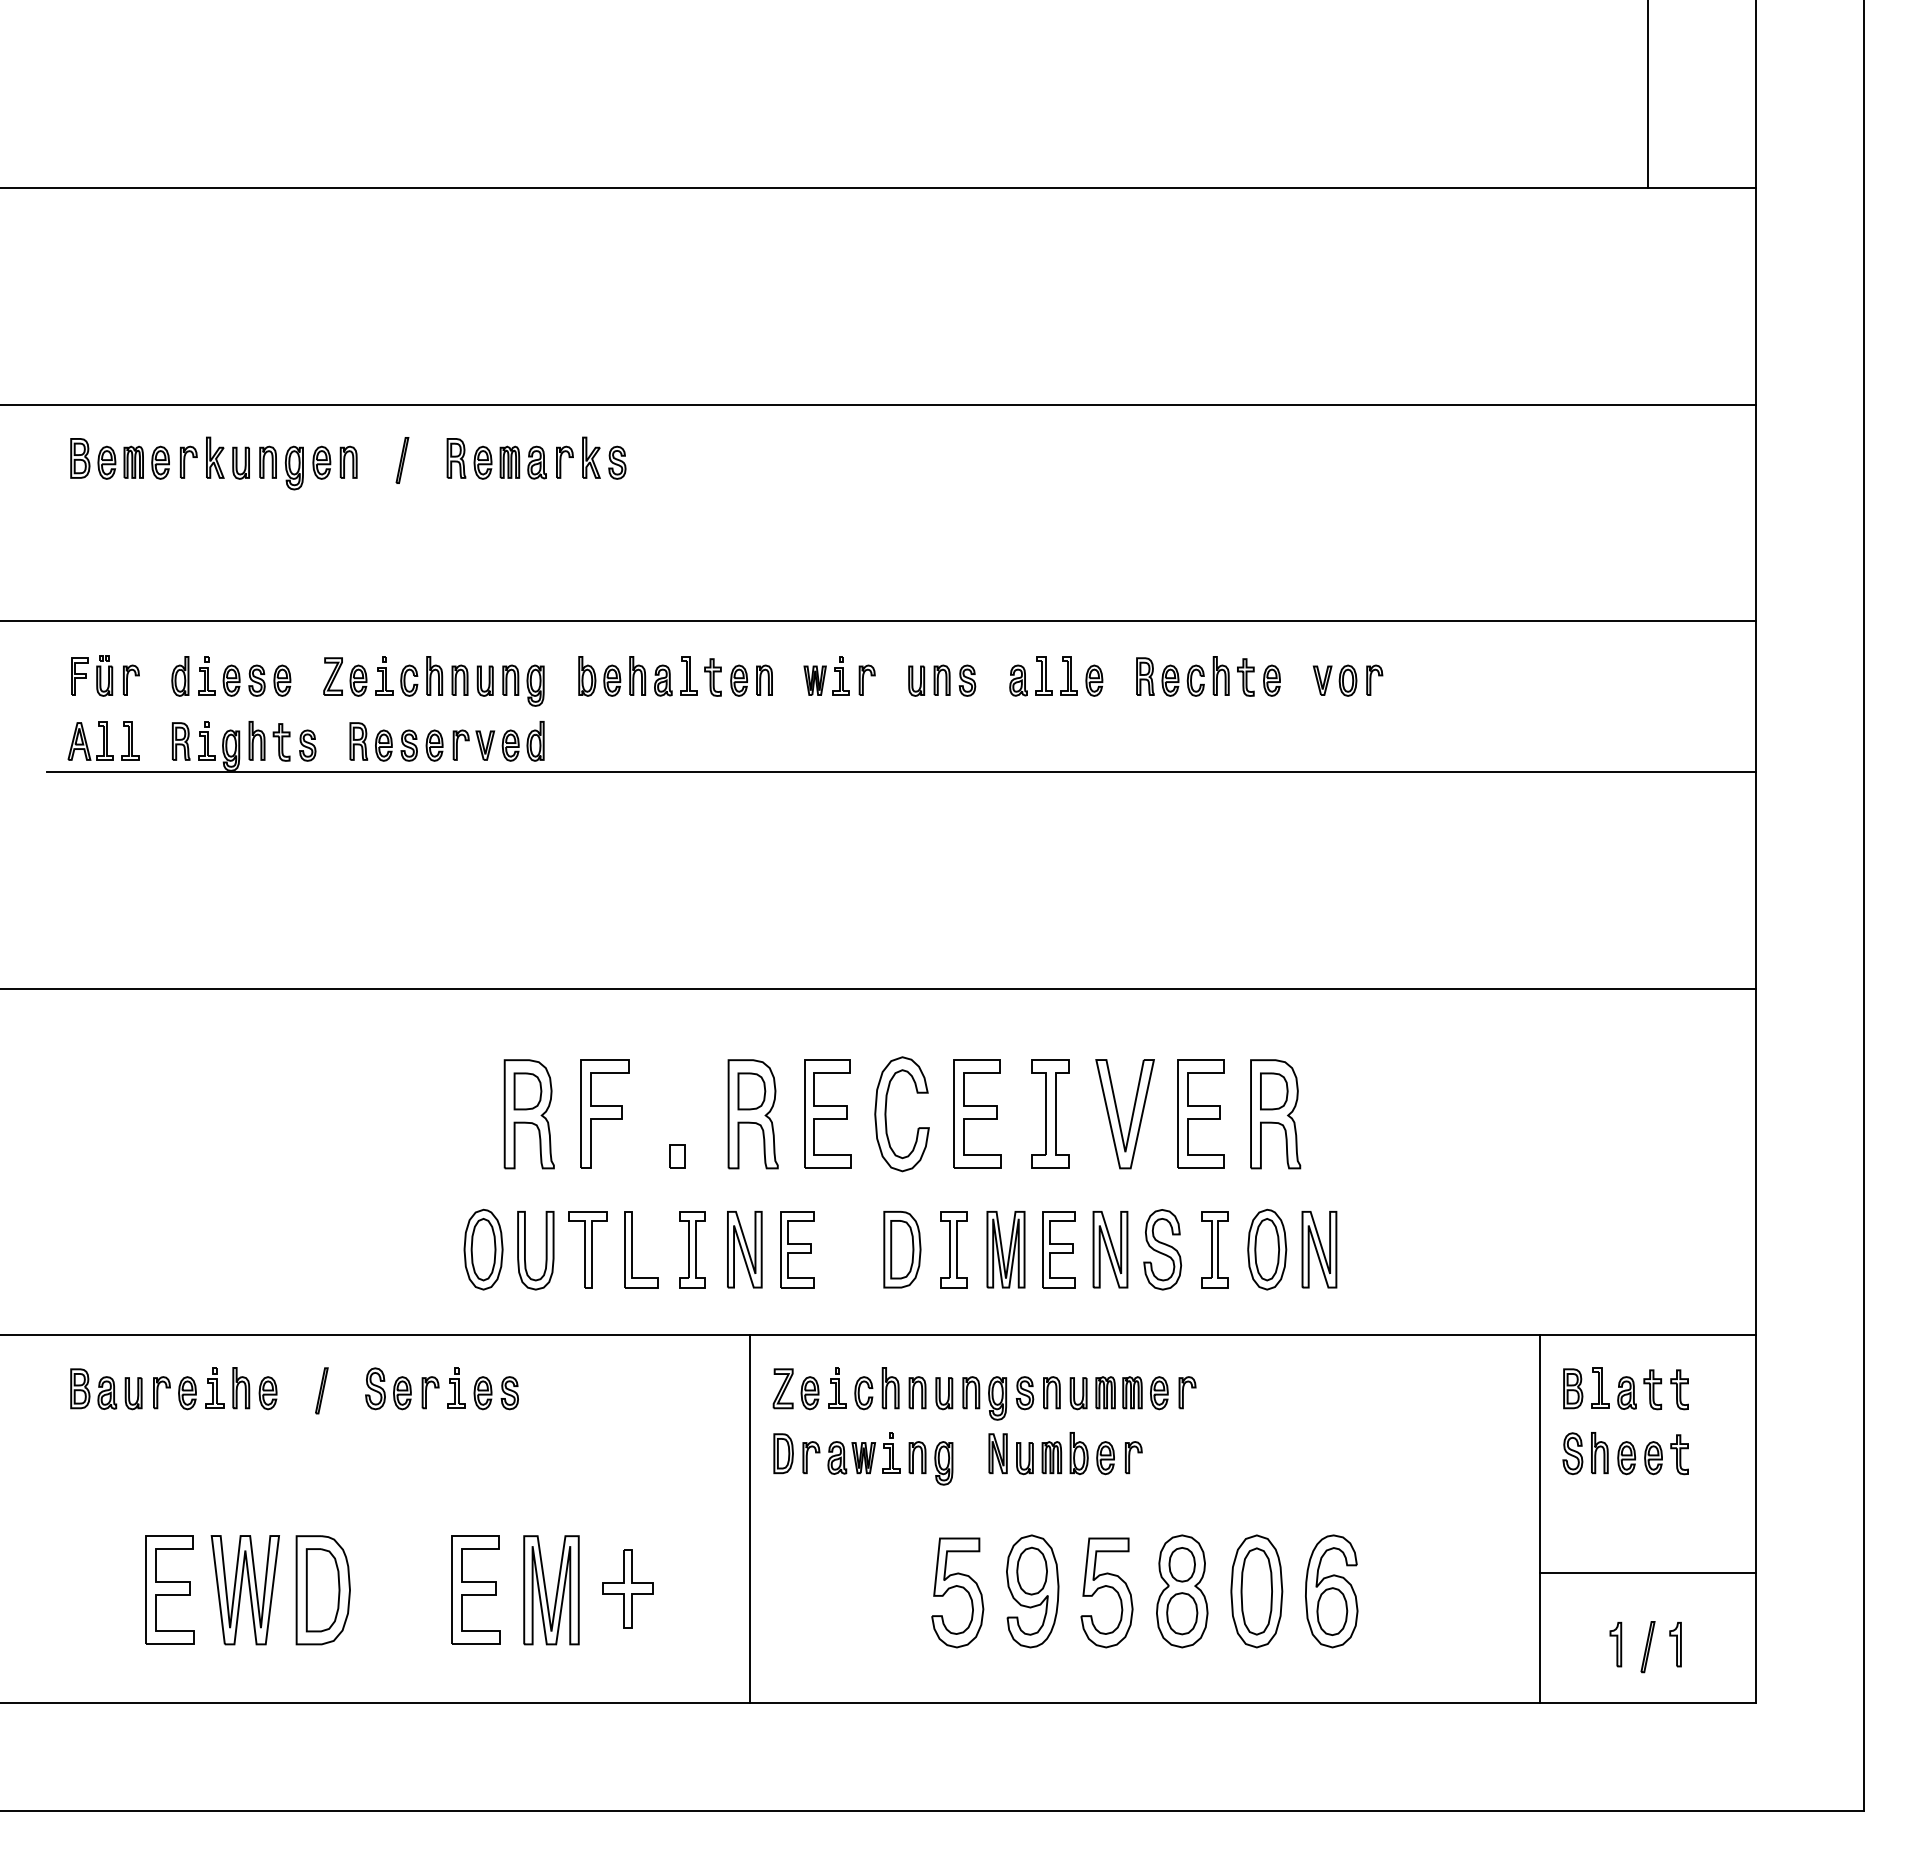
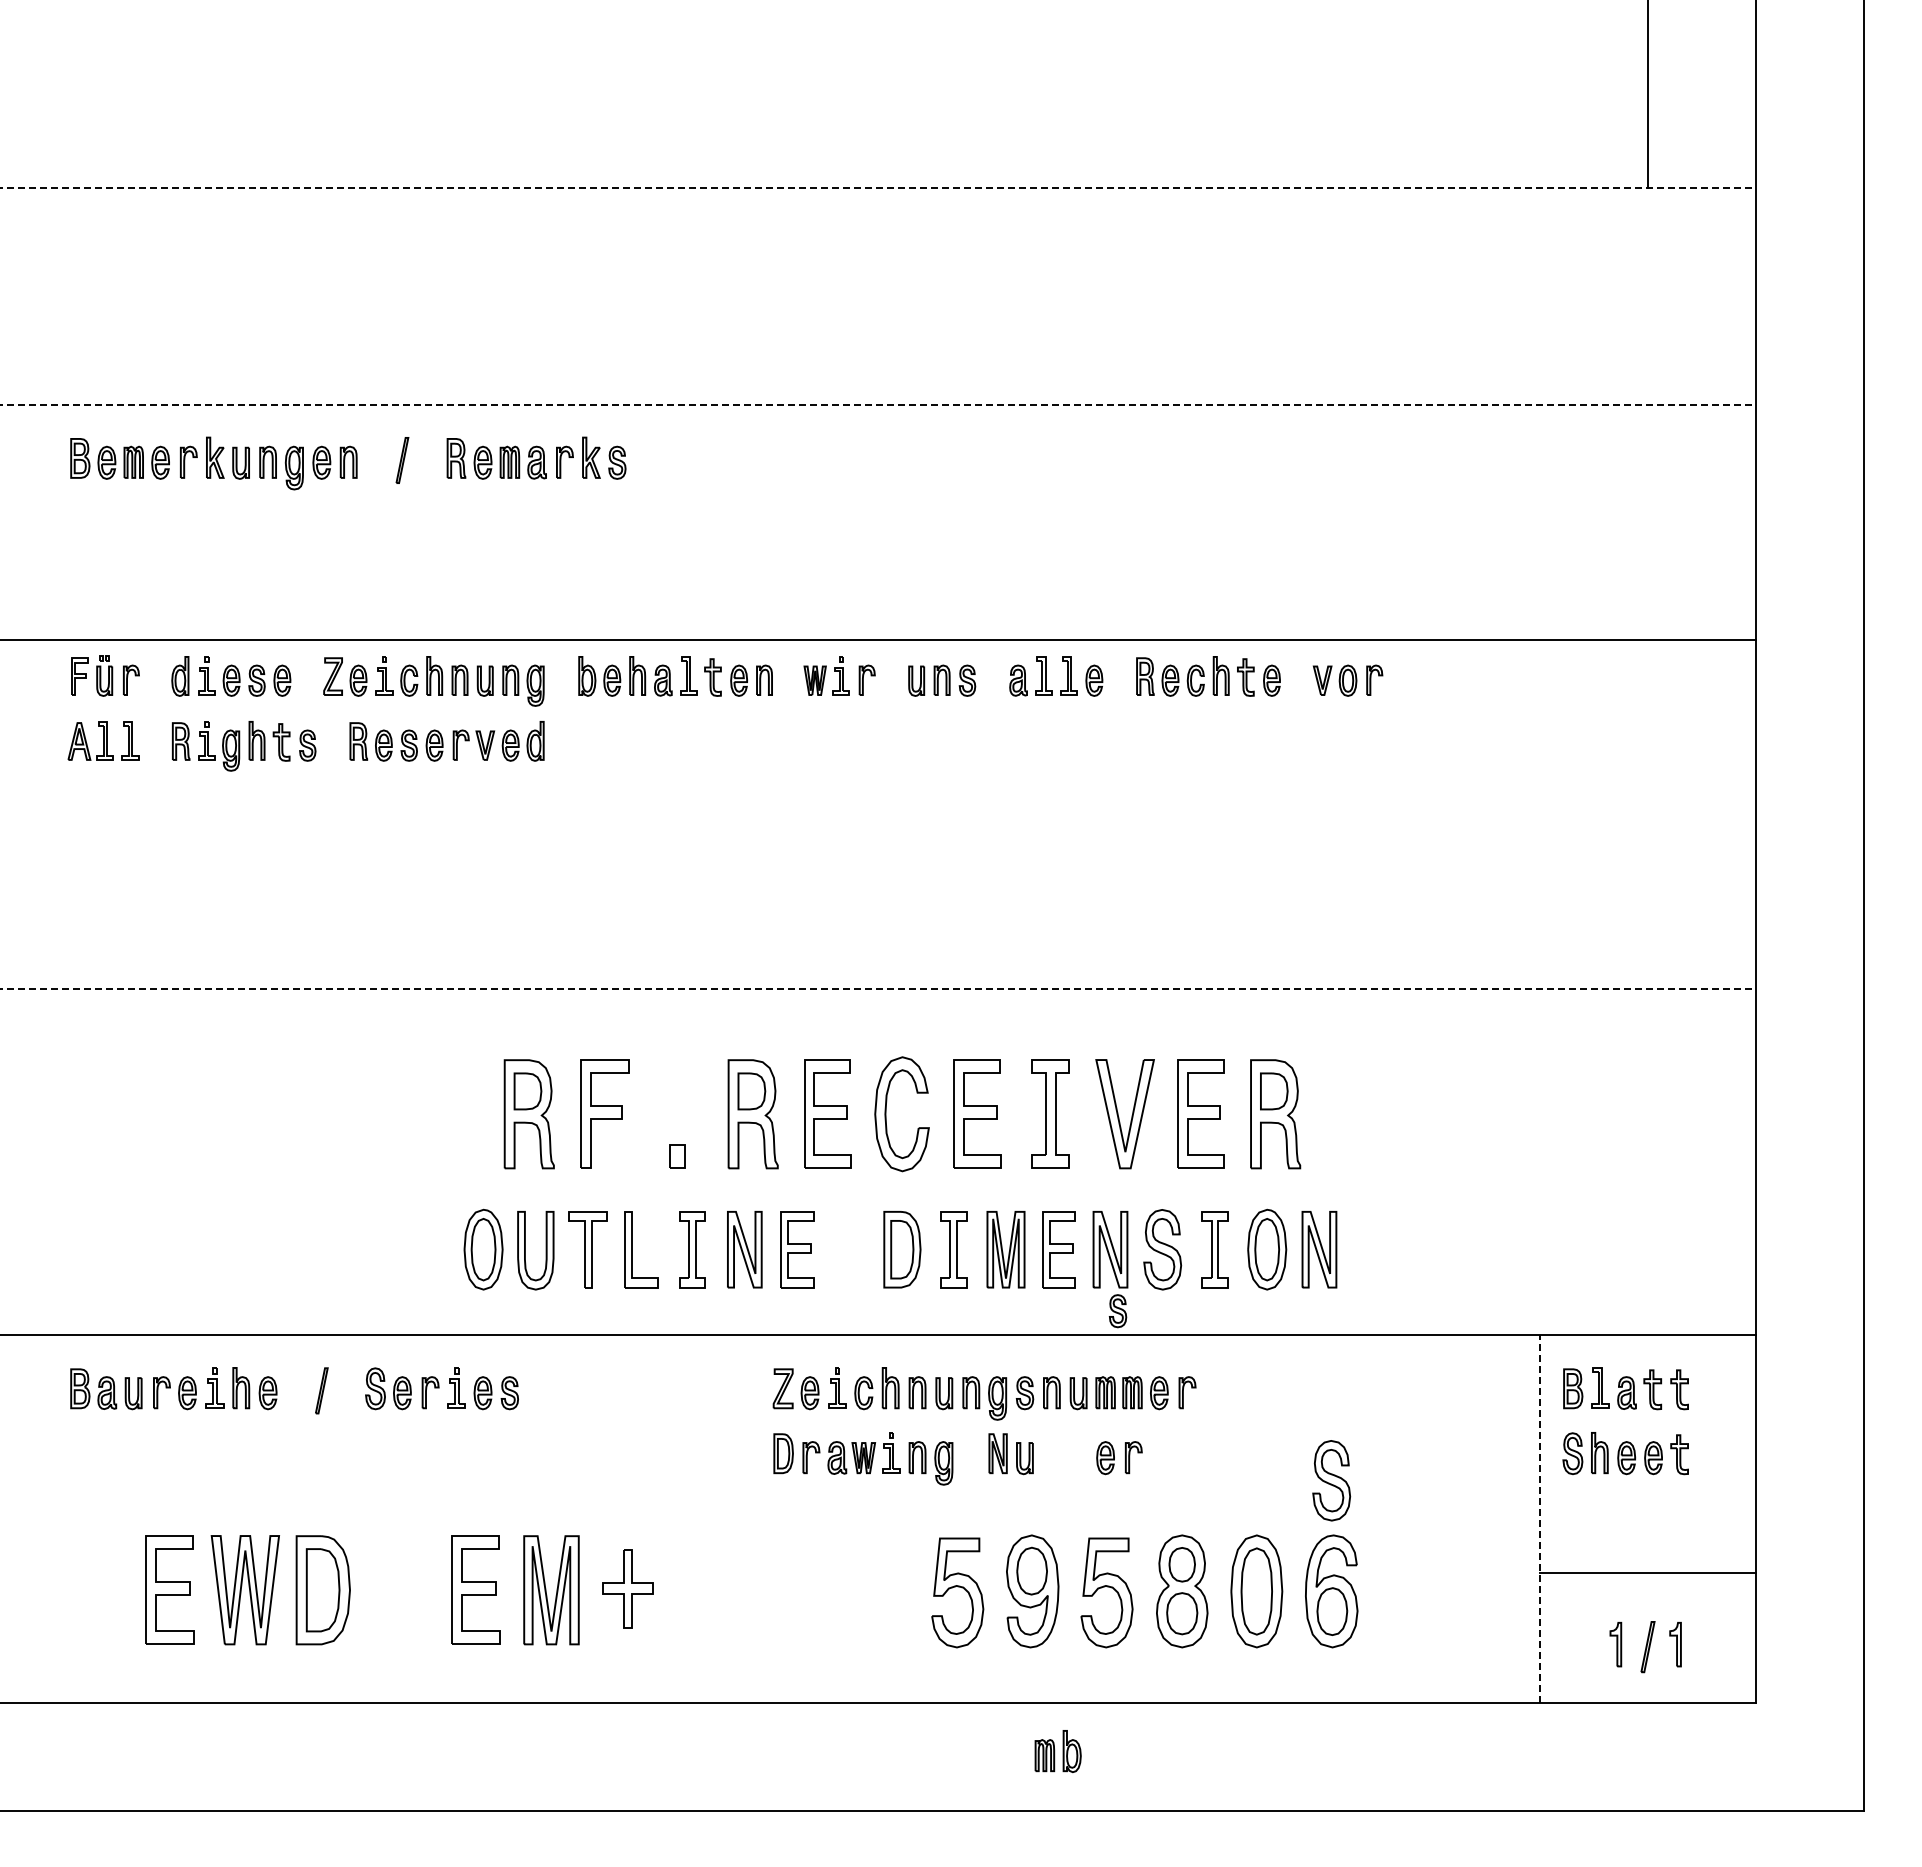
line at (878, 188): solid -> dashed
line at (878, 404): solid -> dashed
line at (879, 620) position: (879, 620) -> (879, 639)
line at (901, 772): present -> none
line at (878, 988): solid -> dashed
part at (1117, 1311): none -> present
part at (1064, 1453) position: (1064, 1453) -> (1057, 1751)
part at (1331, 1480): none -> present
line at (750, 1518): present -> none
line at (1539, 1518): solid -> dashed
